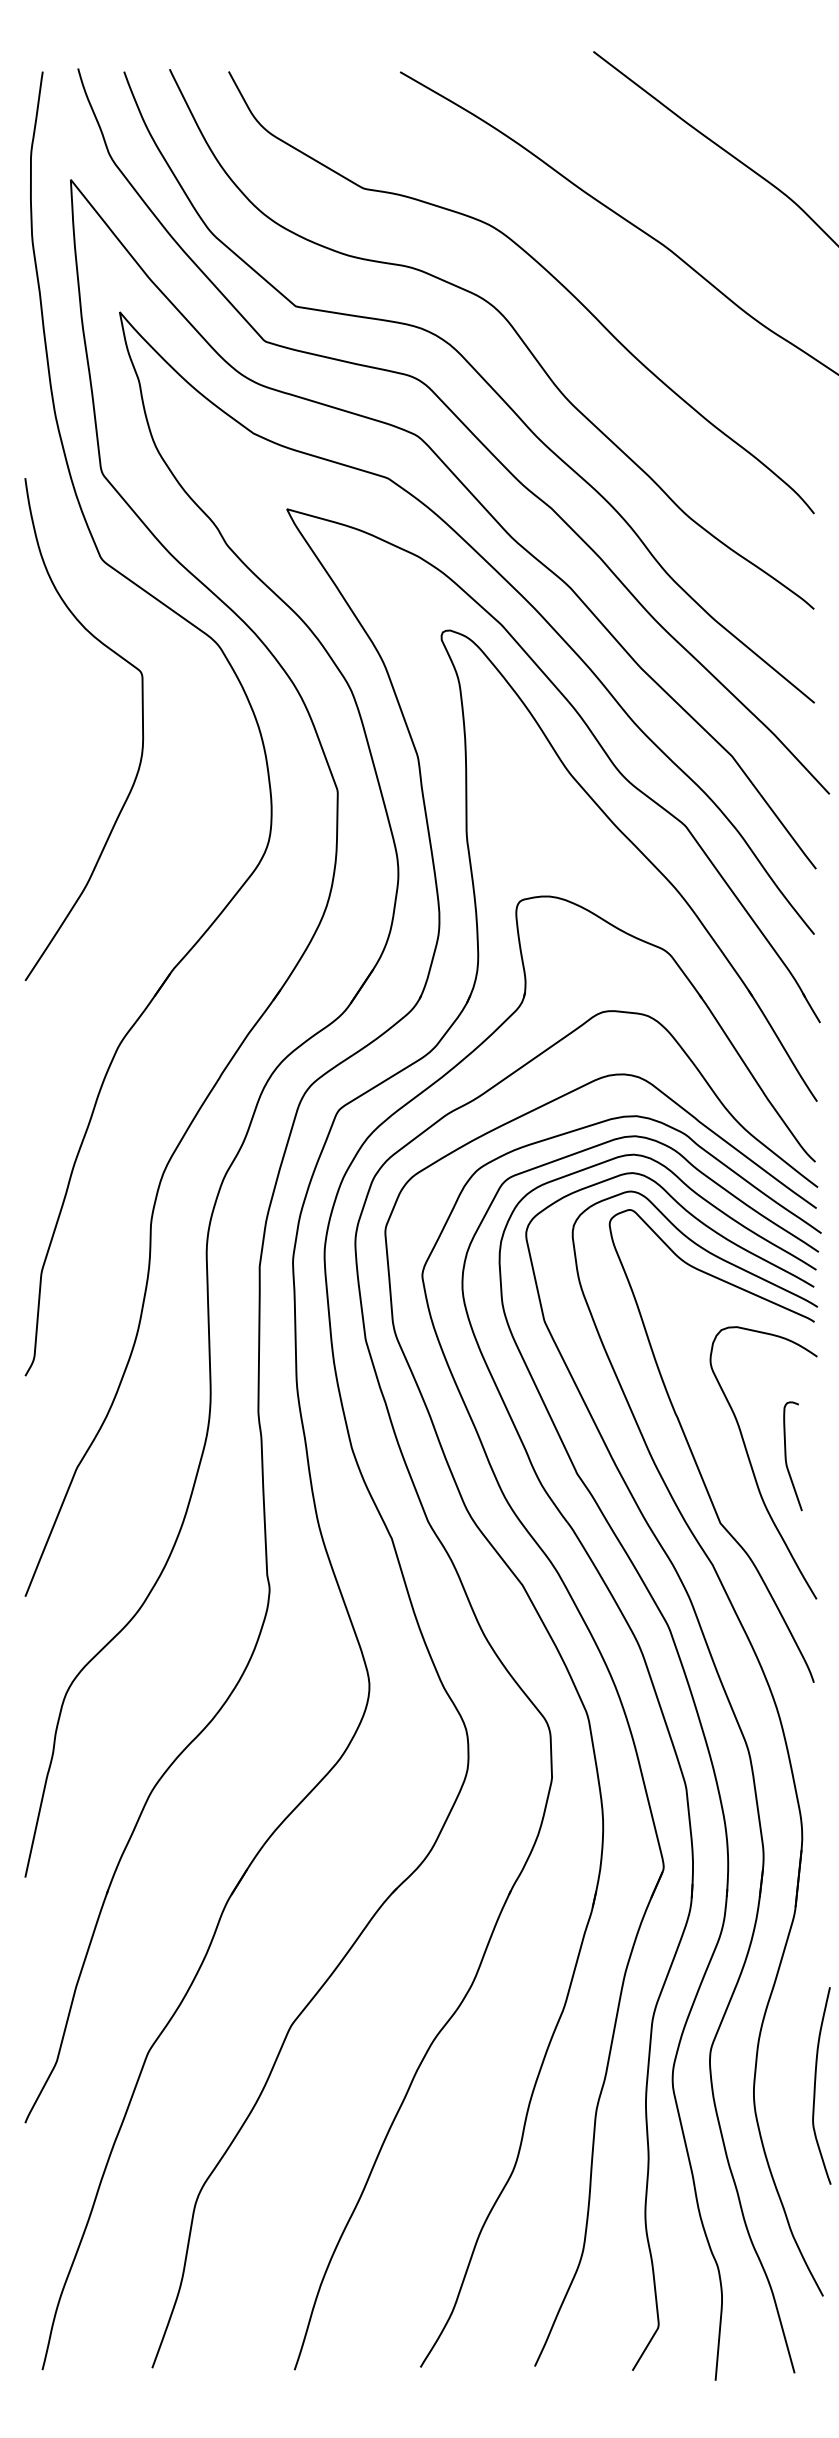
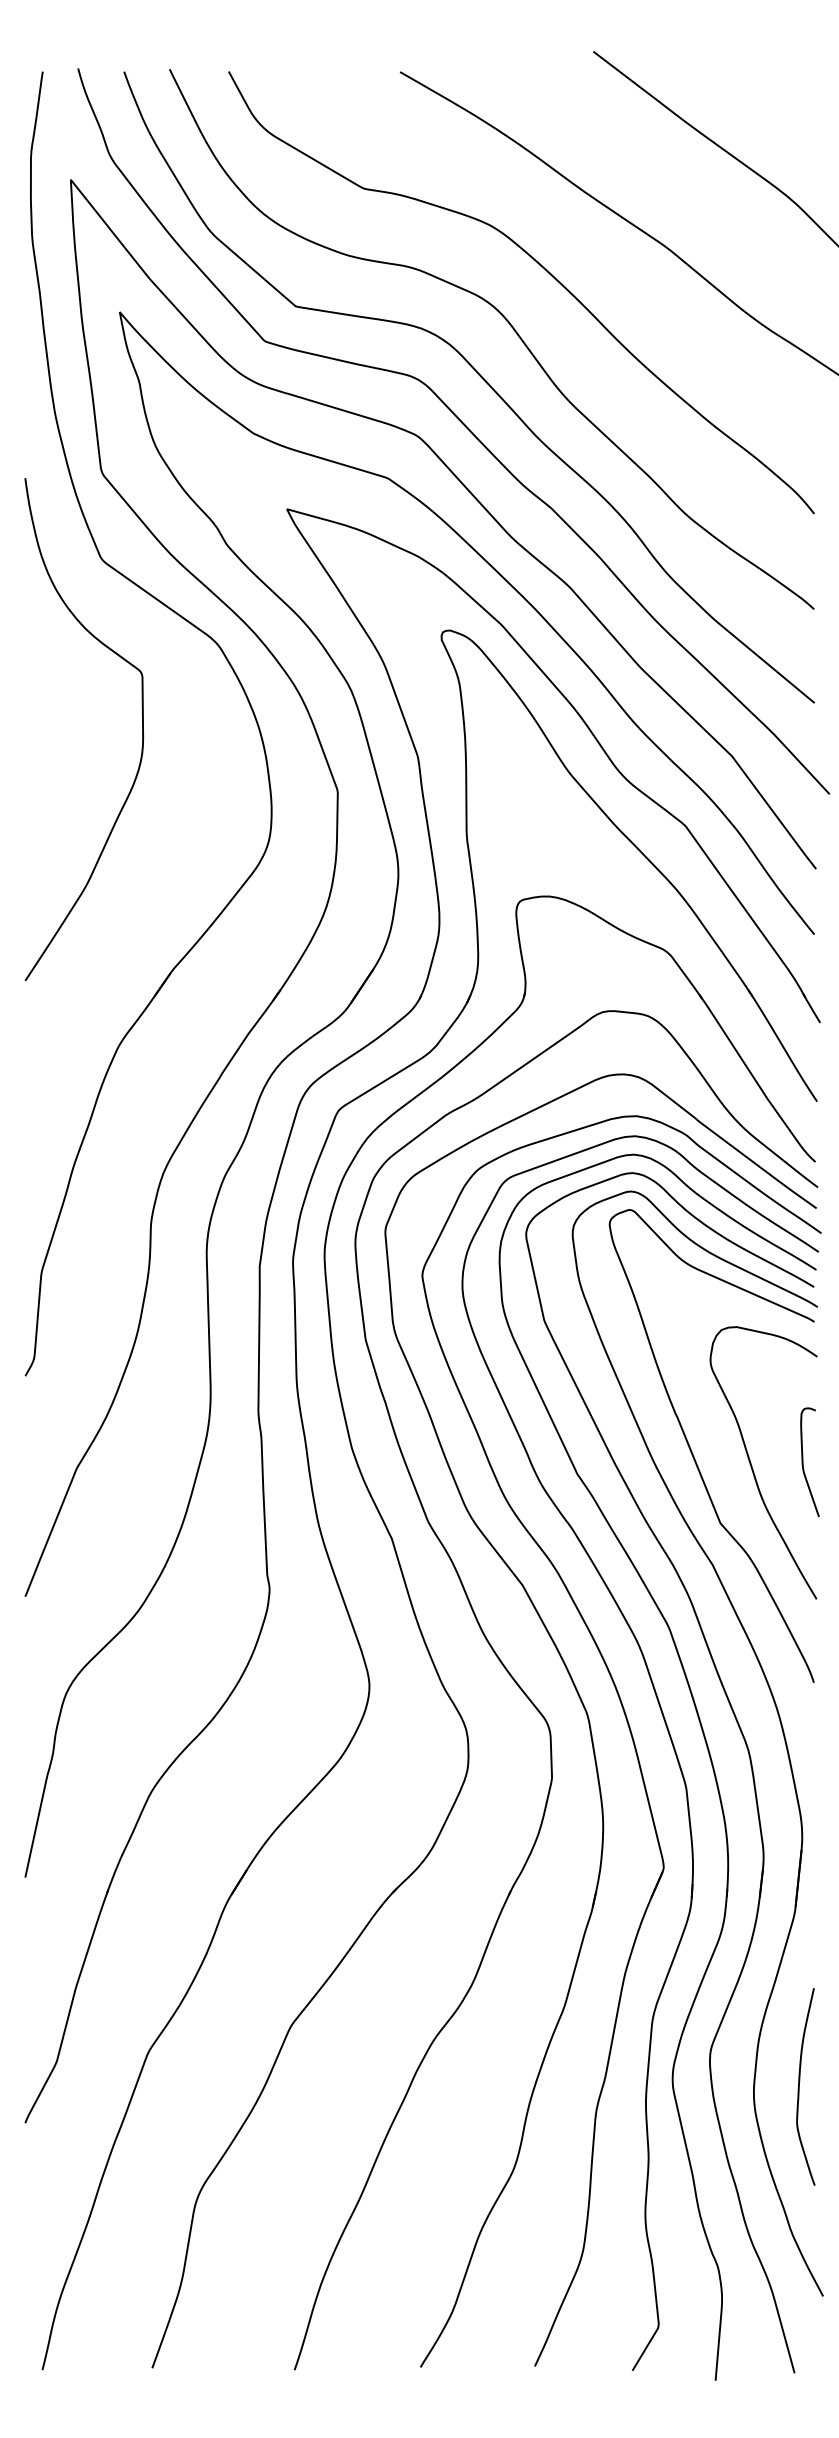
curve at (786, 1456) position: (786, 1456) -> (803, 1462)
curve at (815, 2085) position: (815, 2085) -> (799, 2086)
